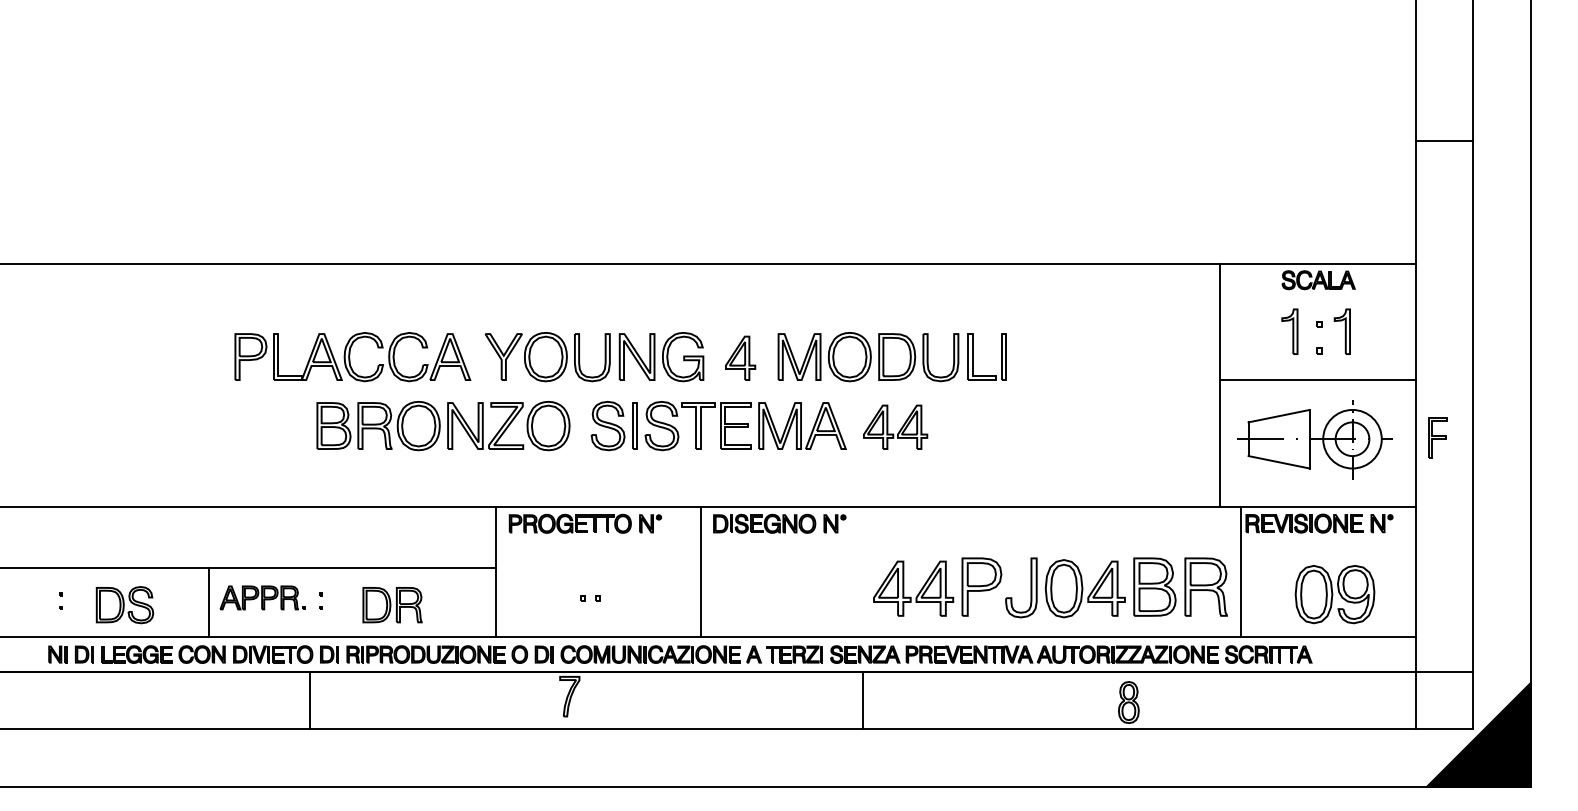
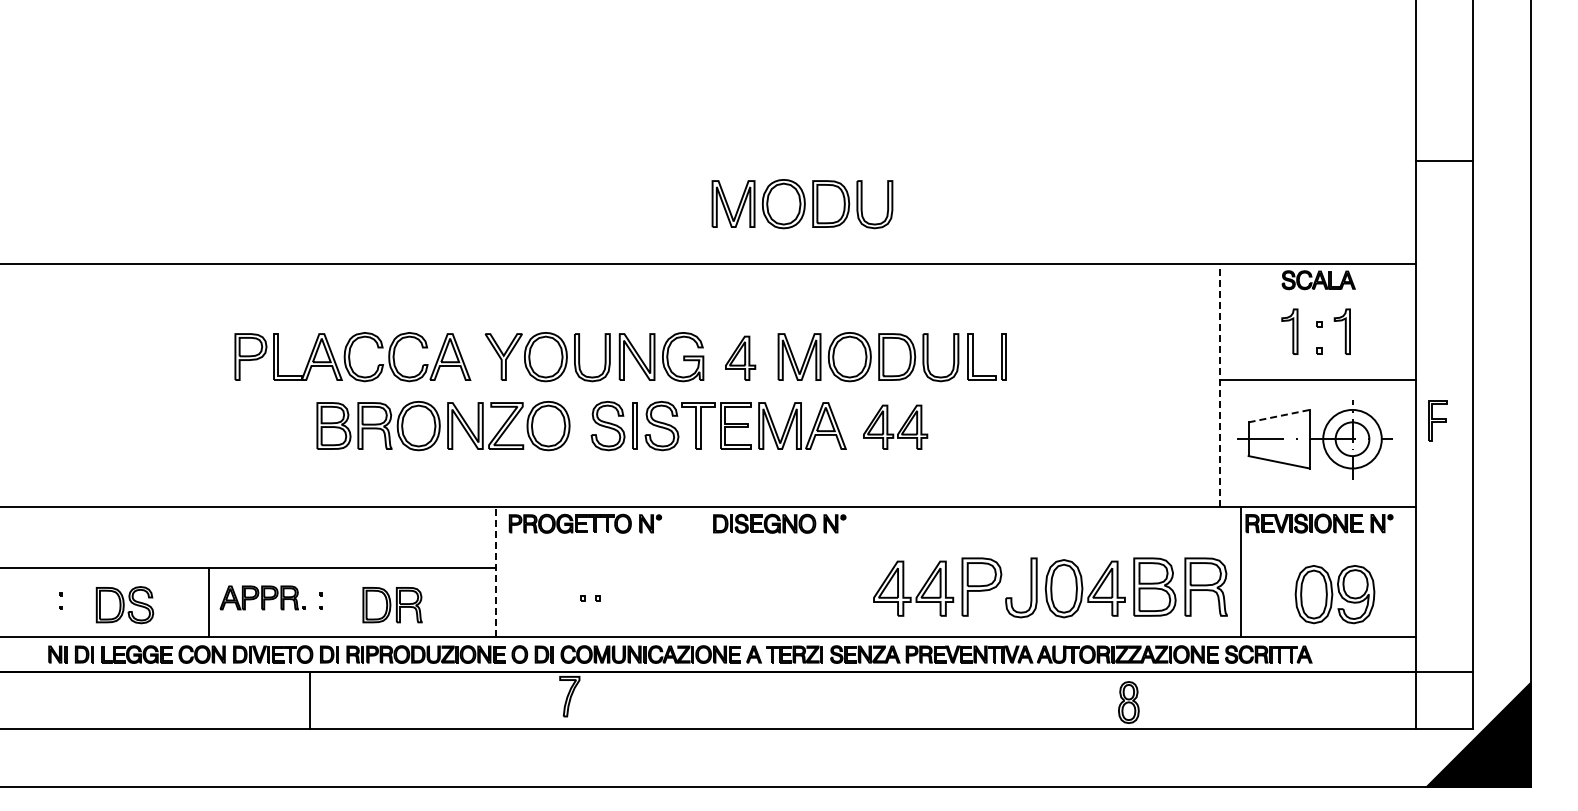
line at (1444, 141) position: (1444, 141) -> (1444, 161)
part at (802, 204): none -> present
line at (1220, 385): solid -> dashed
line at (1279, 416): solid -> dashed
part at (1437, 437) position: (1437, 437) -> (1437, 420)
line at (496, 572): solid -> dashed
line at (700, 572): present -> none
line at (862, 700): present -> none
